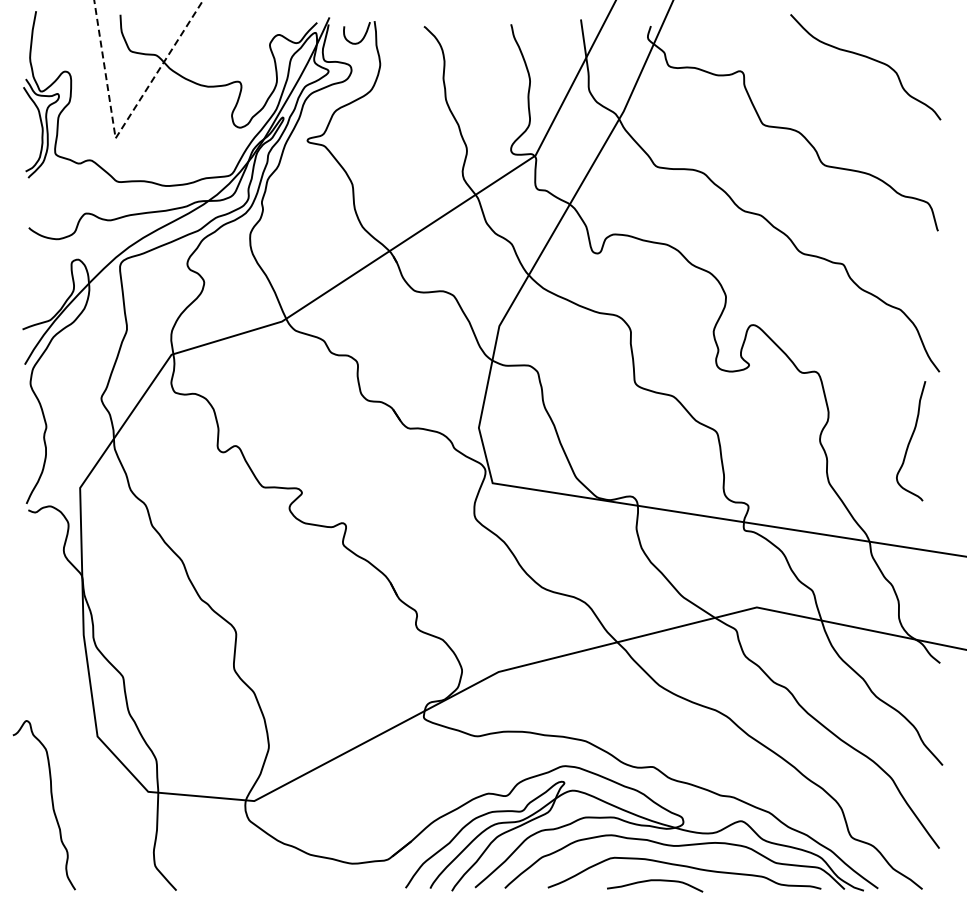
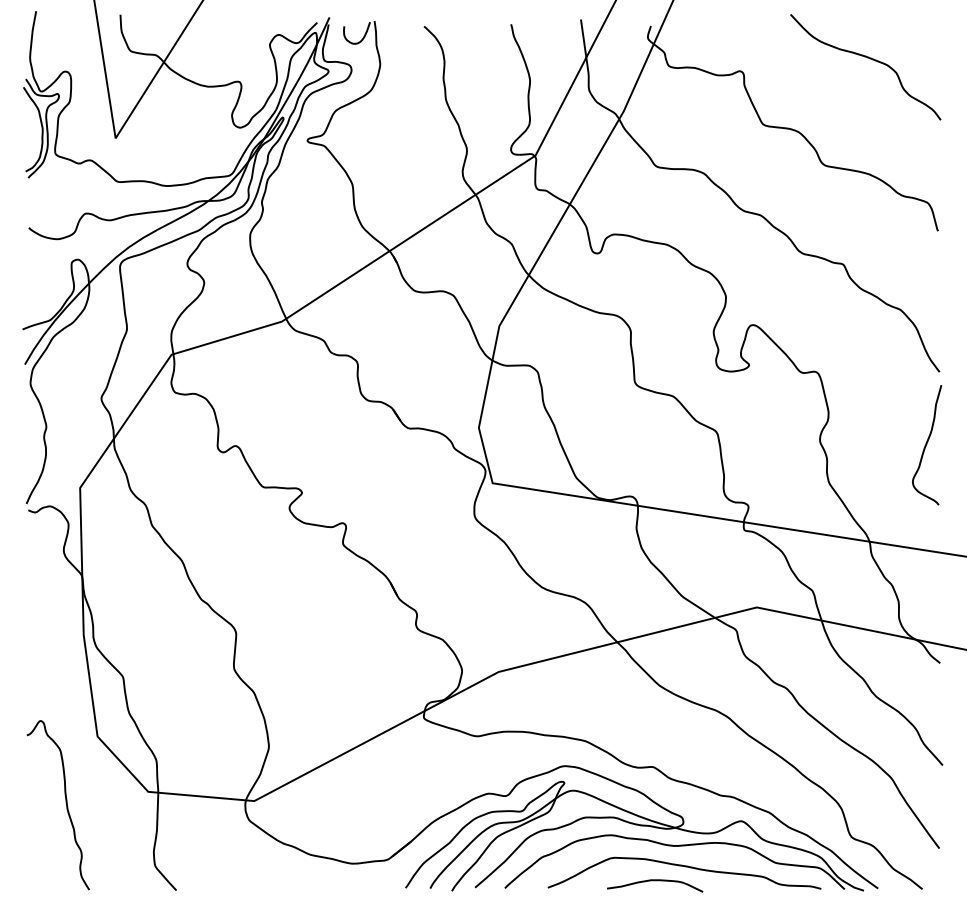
line at (122, 128): dashed -> solid
curve at (911, 440) position: (911, 440) -> (927, 444)
curve at (51, 803) position: (51, 803) -> (65, 803)
